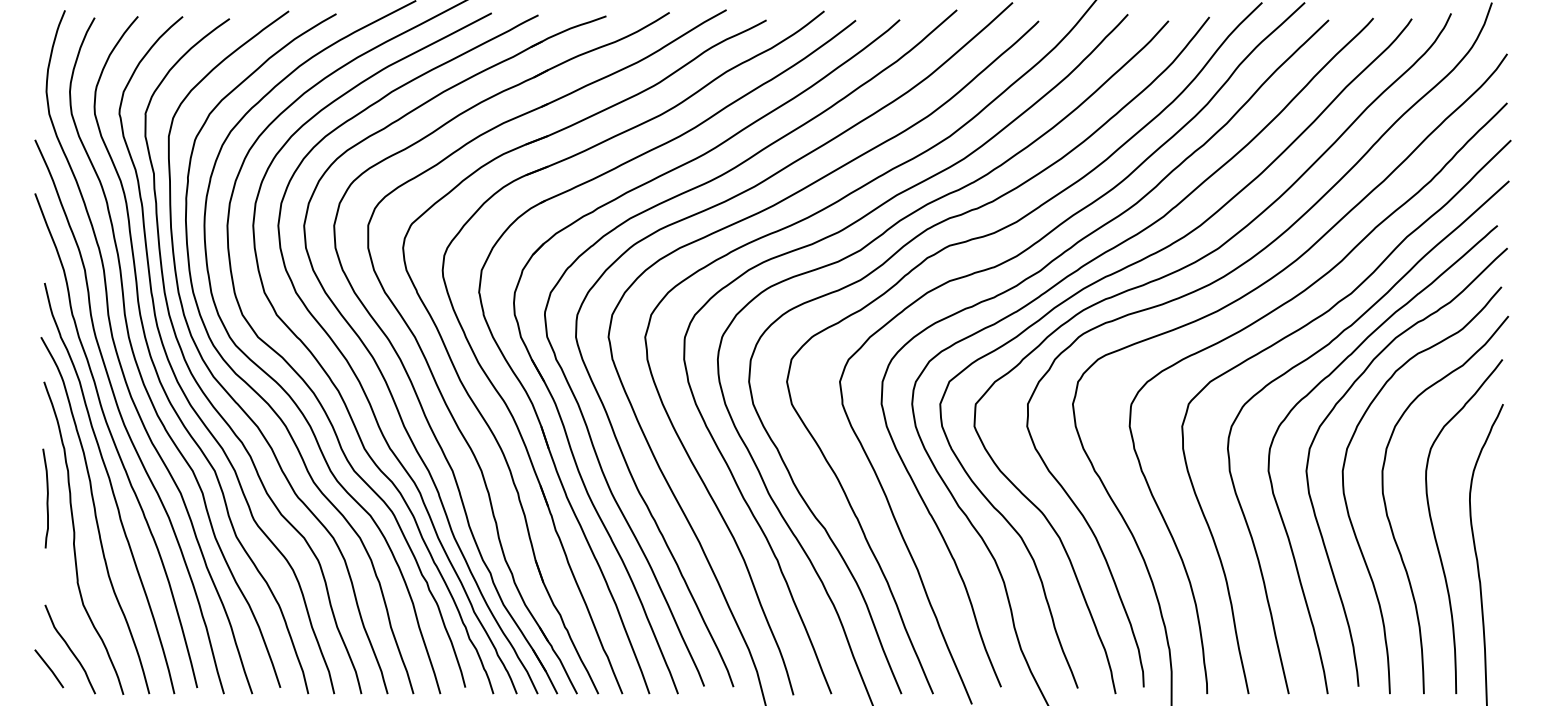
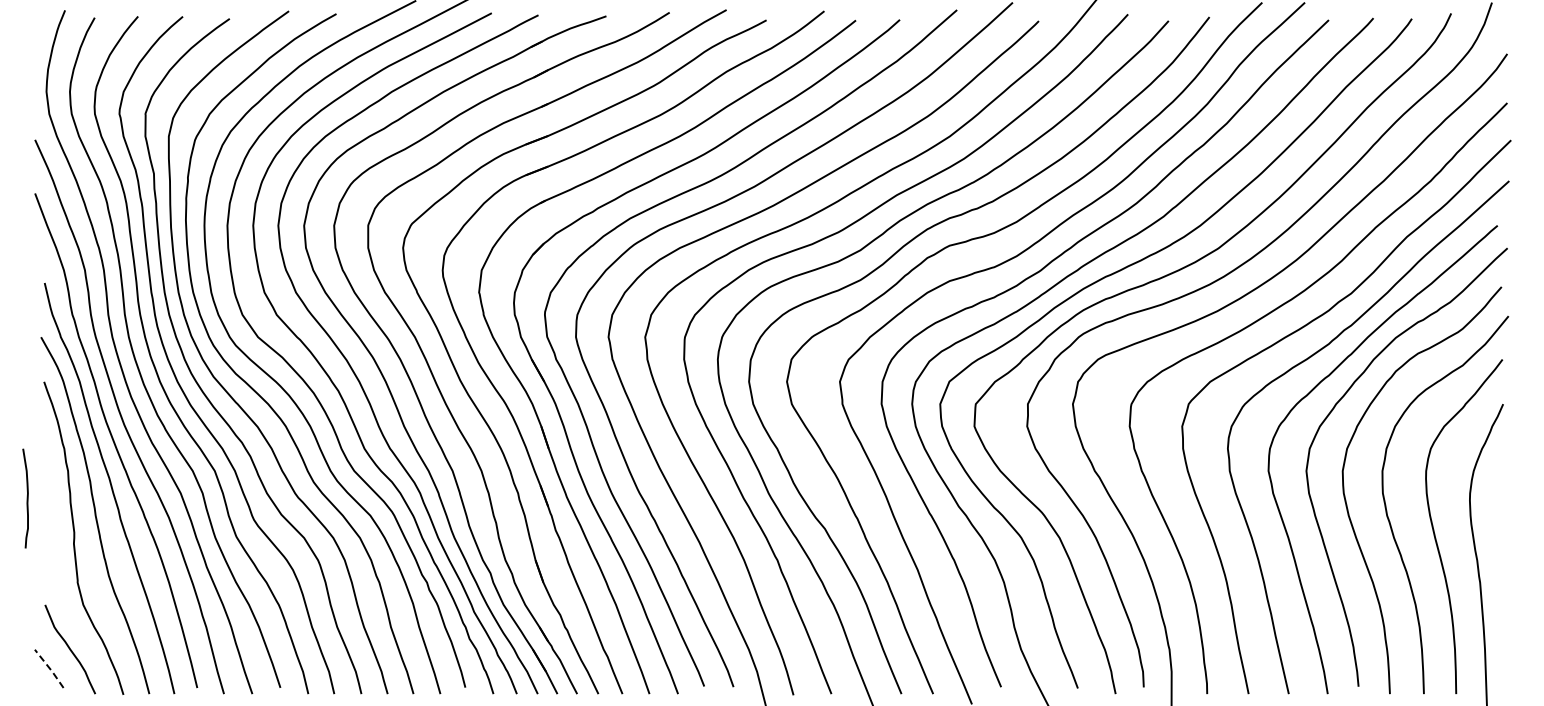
curve at (46, 498) position: (46, 498) -> (26, 498)
line at (50, 668): solid -> dashed
